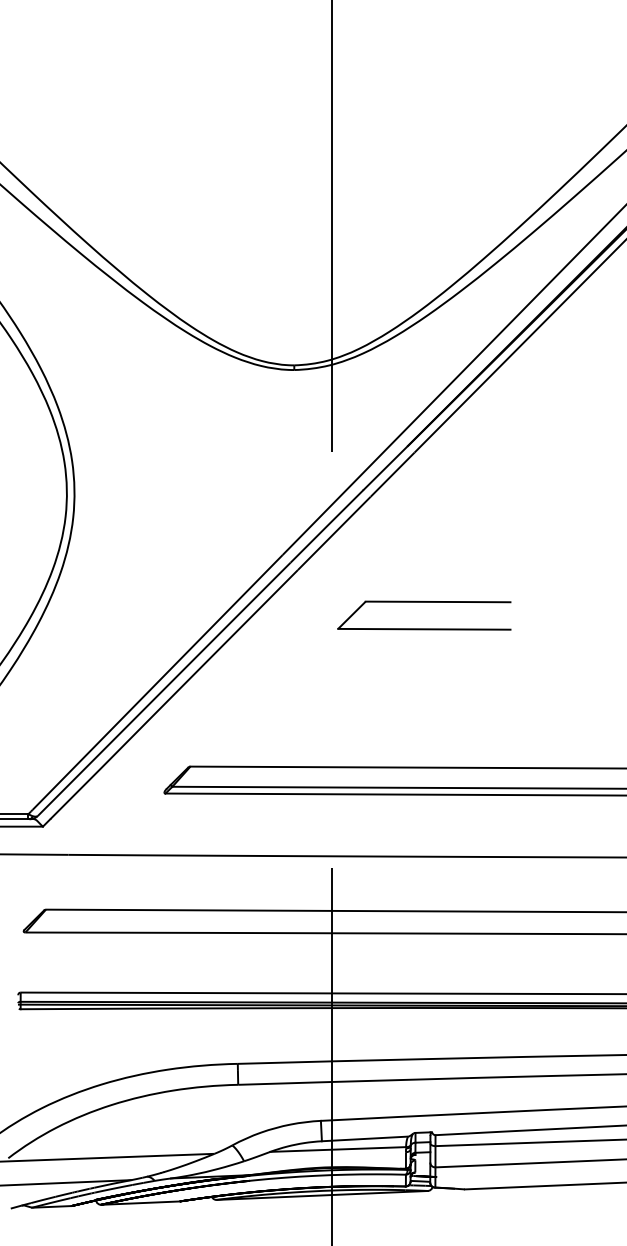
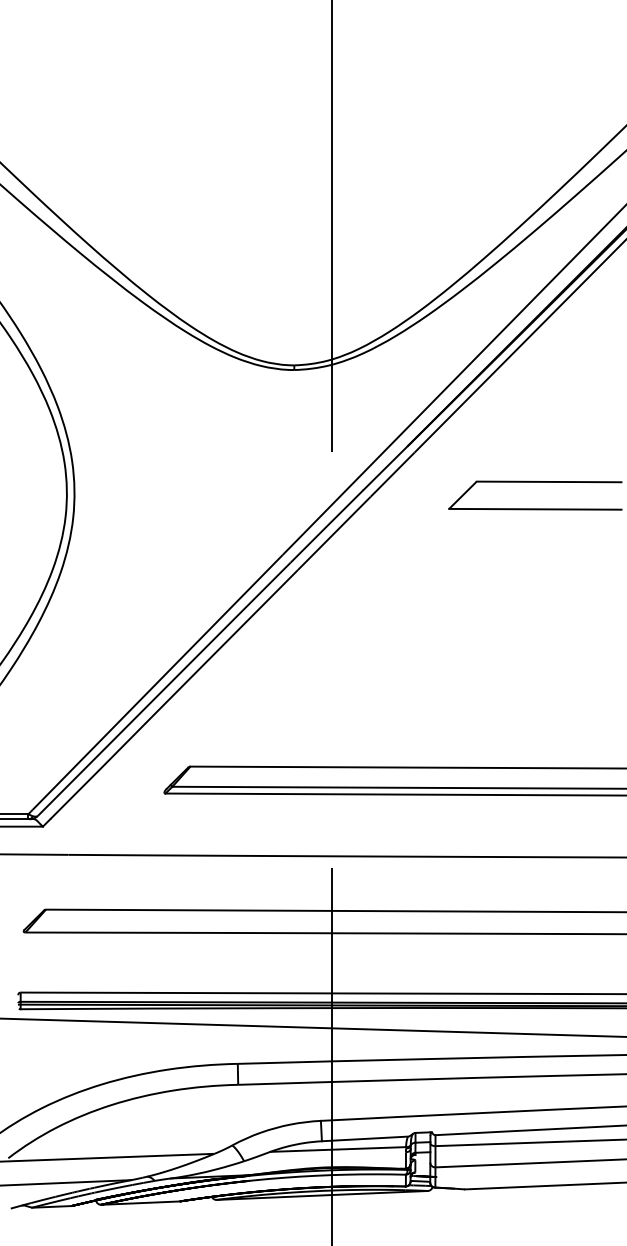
part at (424, 602) position: (424, 602) -> (535, 482)
line at (312, 1027): none -> present
